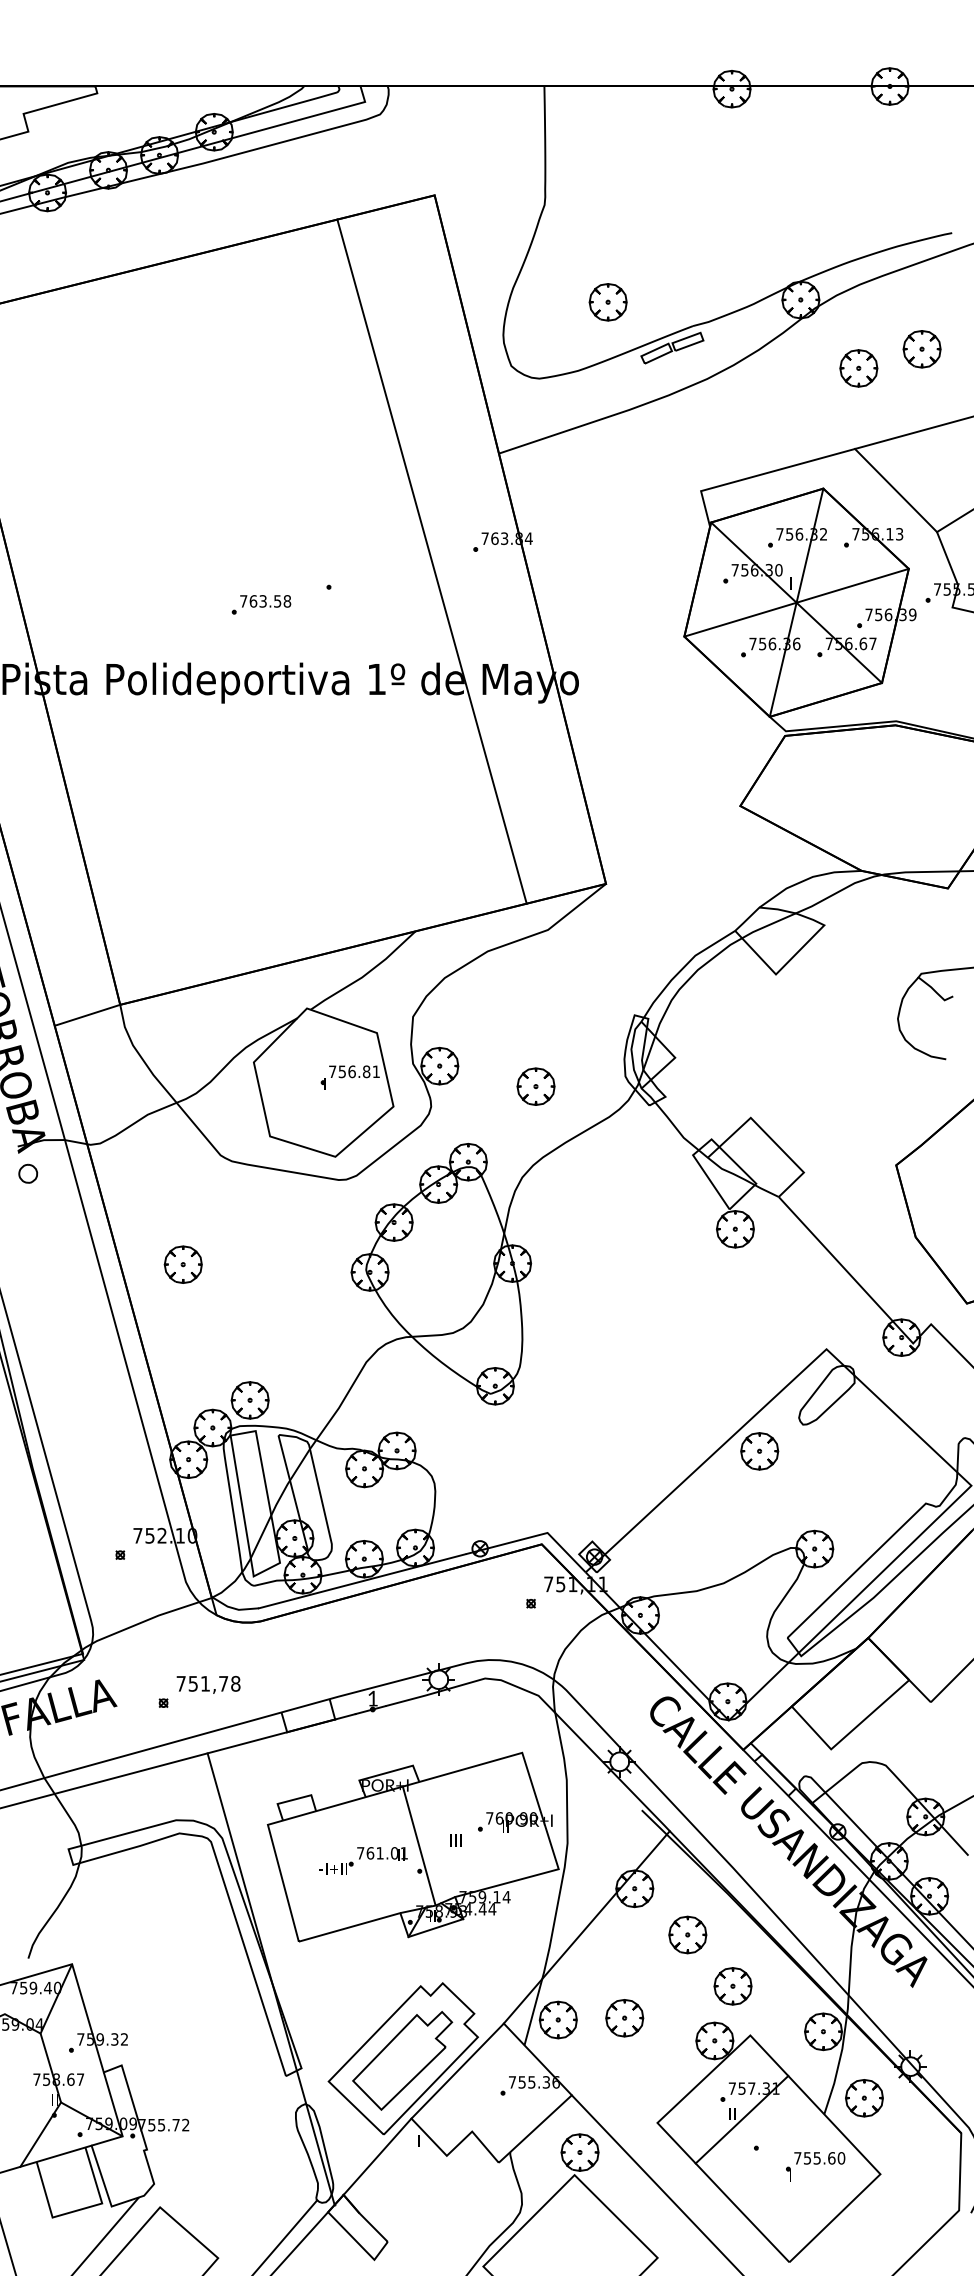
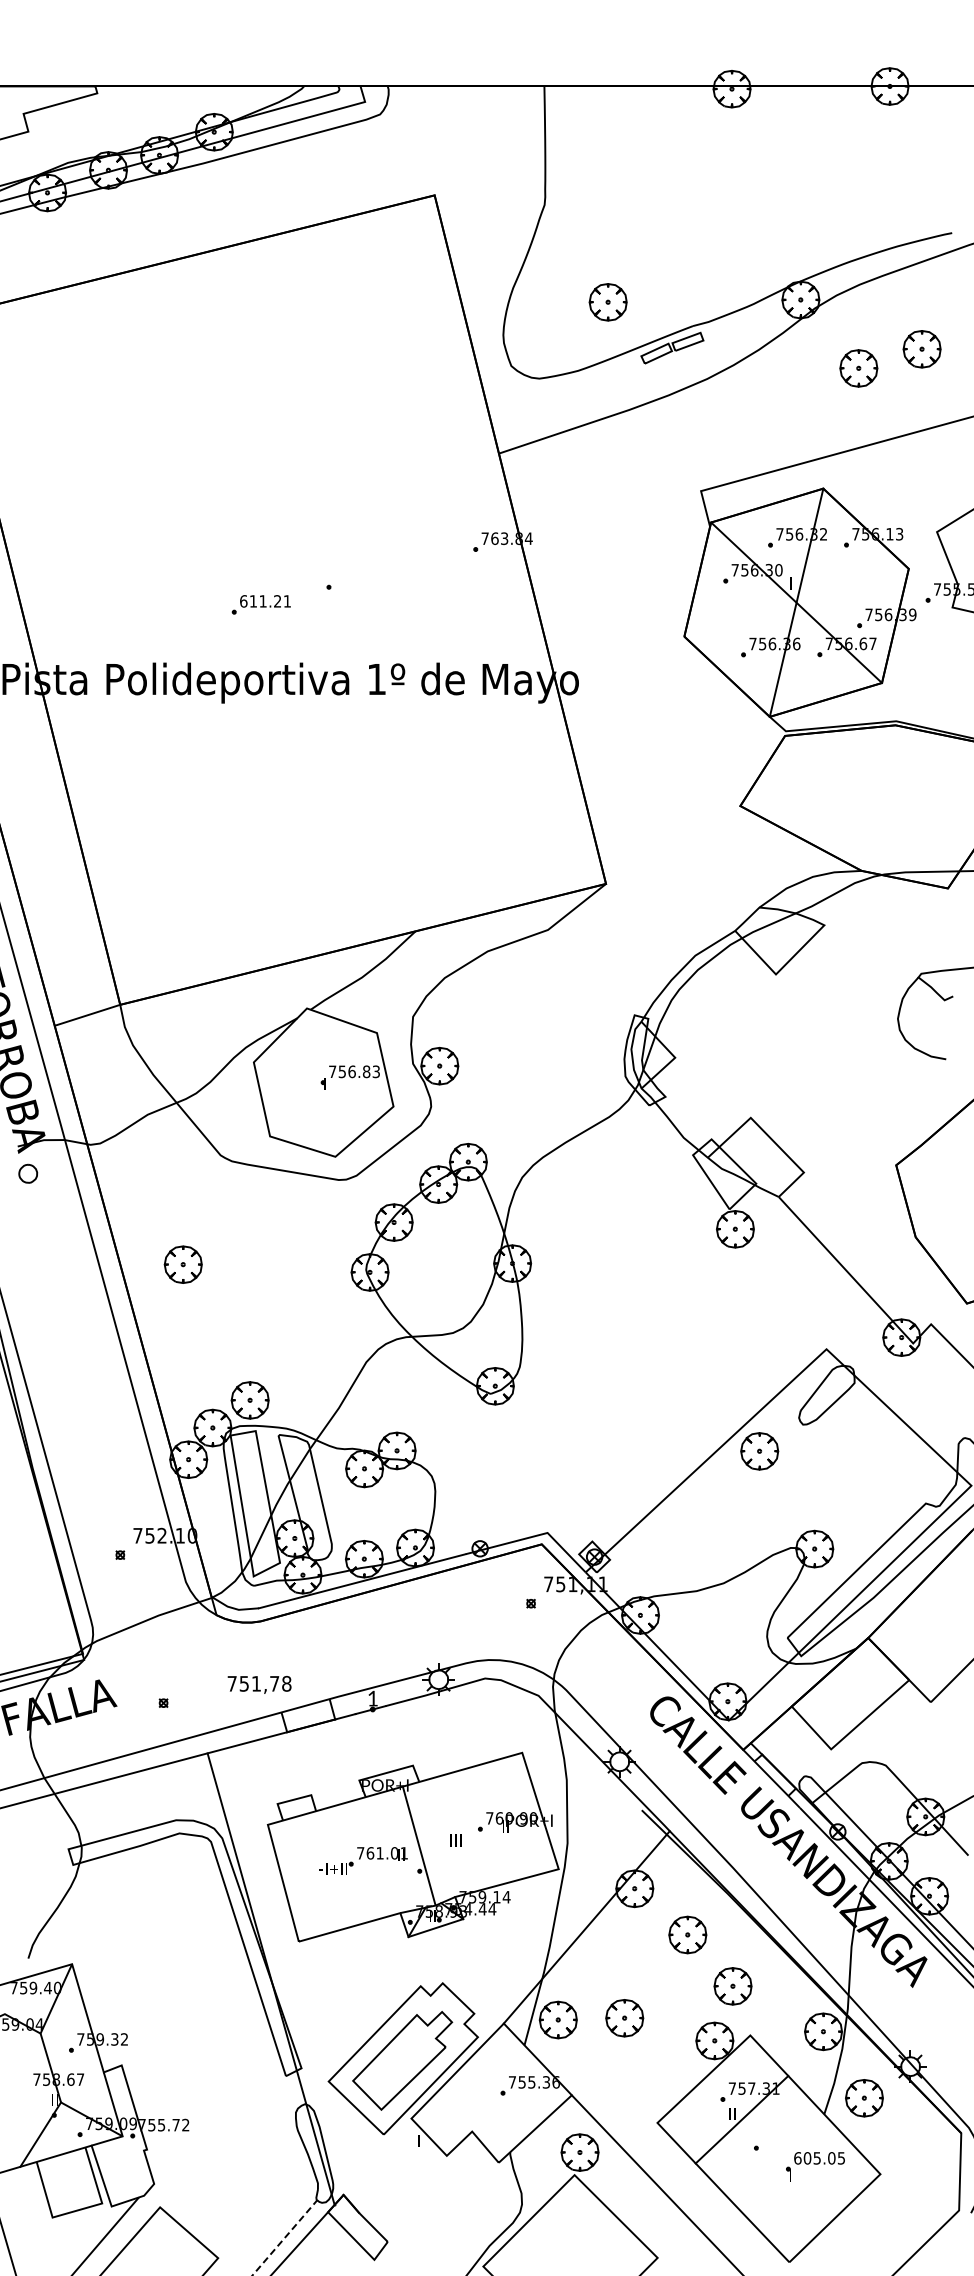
line at (896, 490): present -> none
line at (431, 561): present -> none
text at (265, 601): 763.58 -> 611.21
line at (796, 602): present -> none
text at (375, 1071): 756.81 -> 756.83
part at (535, 1086): present -> none
text at (208, 1684) position: (208, 1684) -> (259, 1684)
line at (377, 2156): present -> none
text at (819, 2158): 755.60 -> 605.05
line at (284, 2238): solid -> dashed
